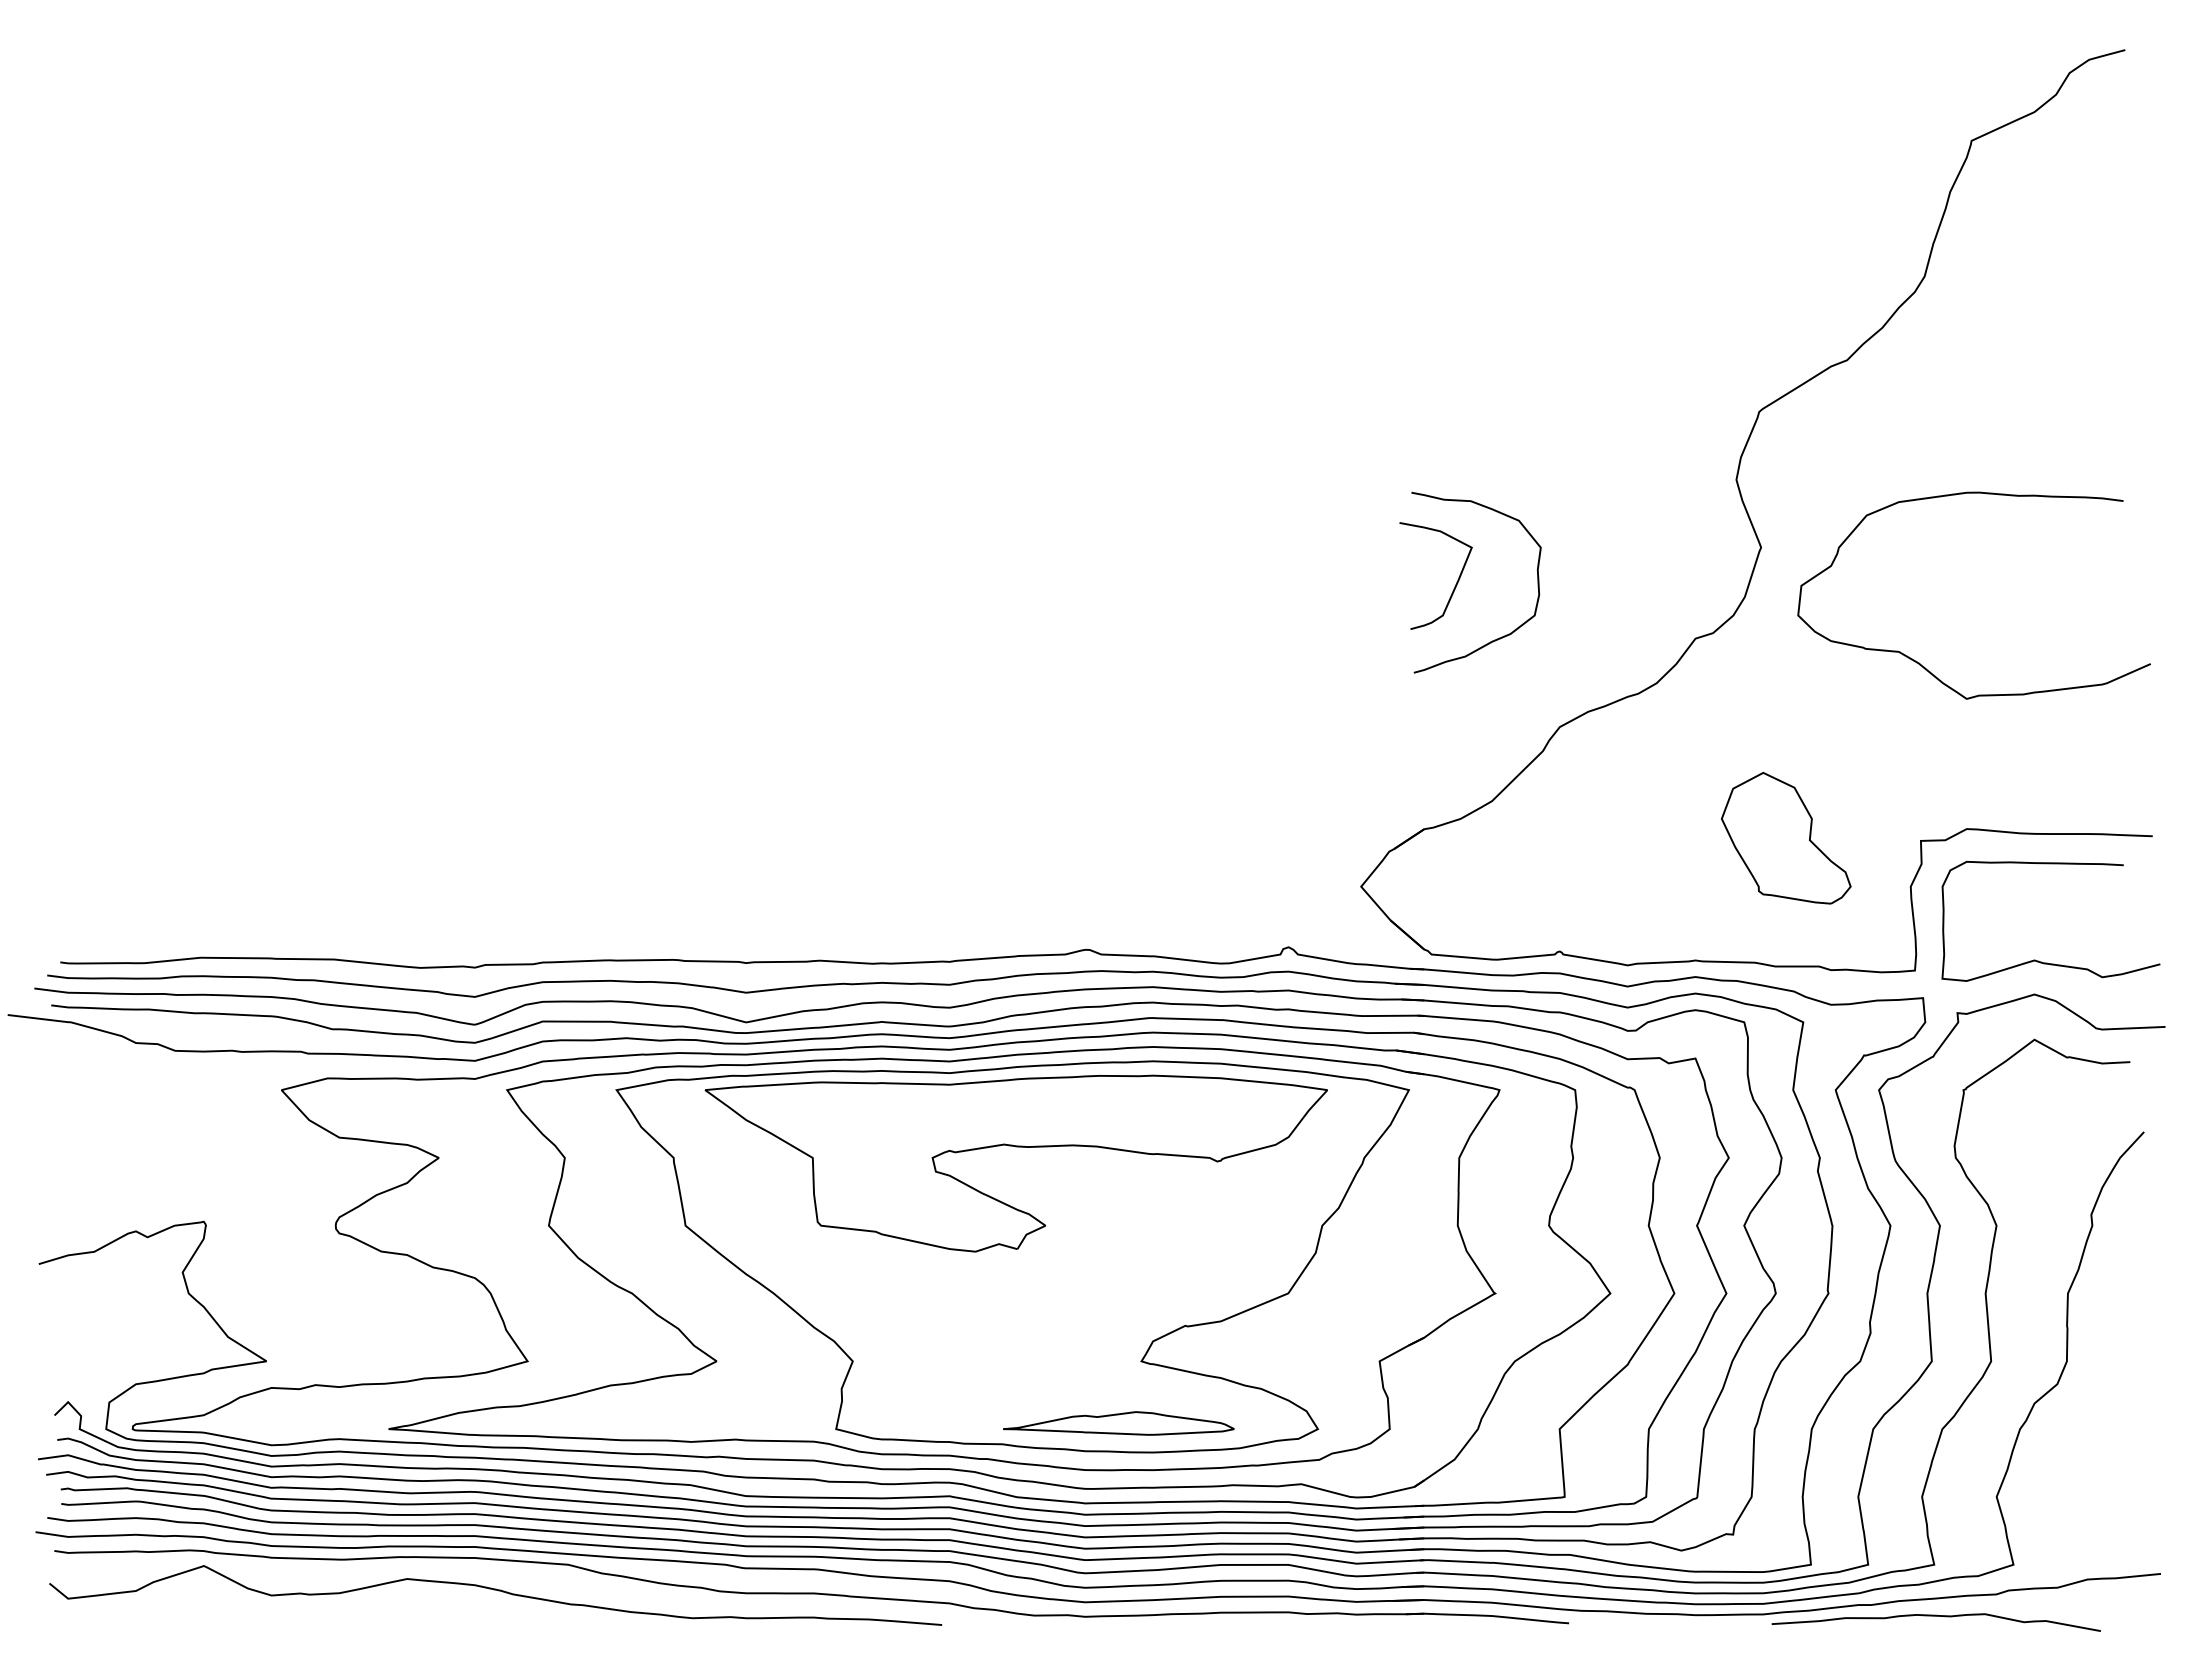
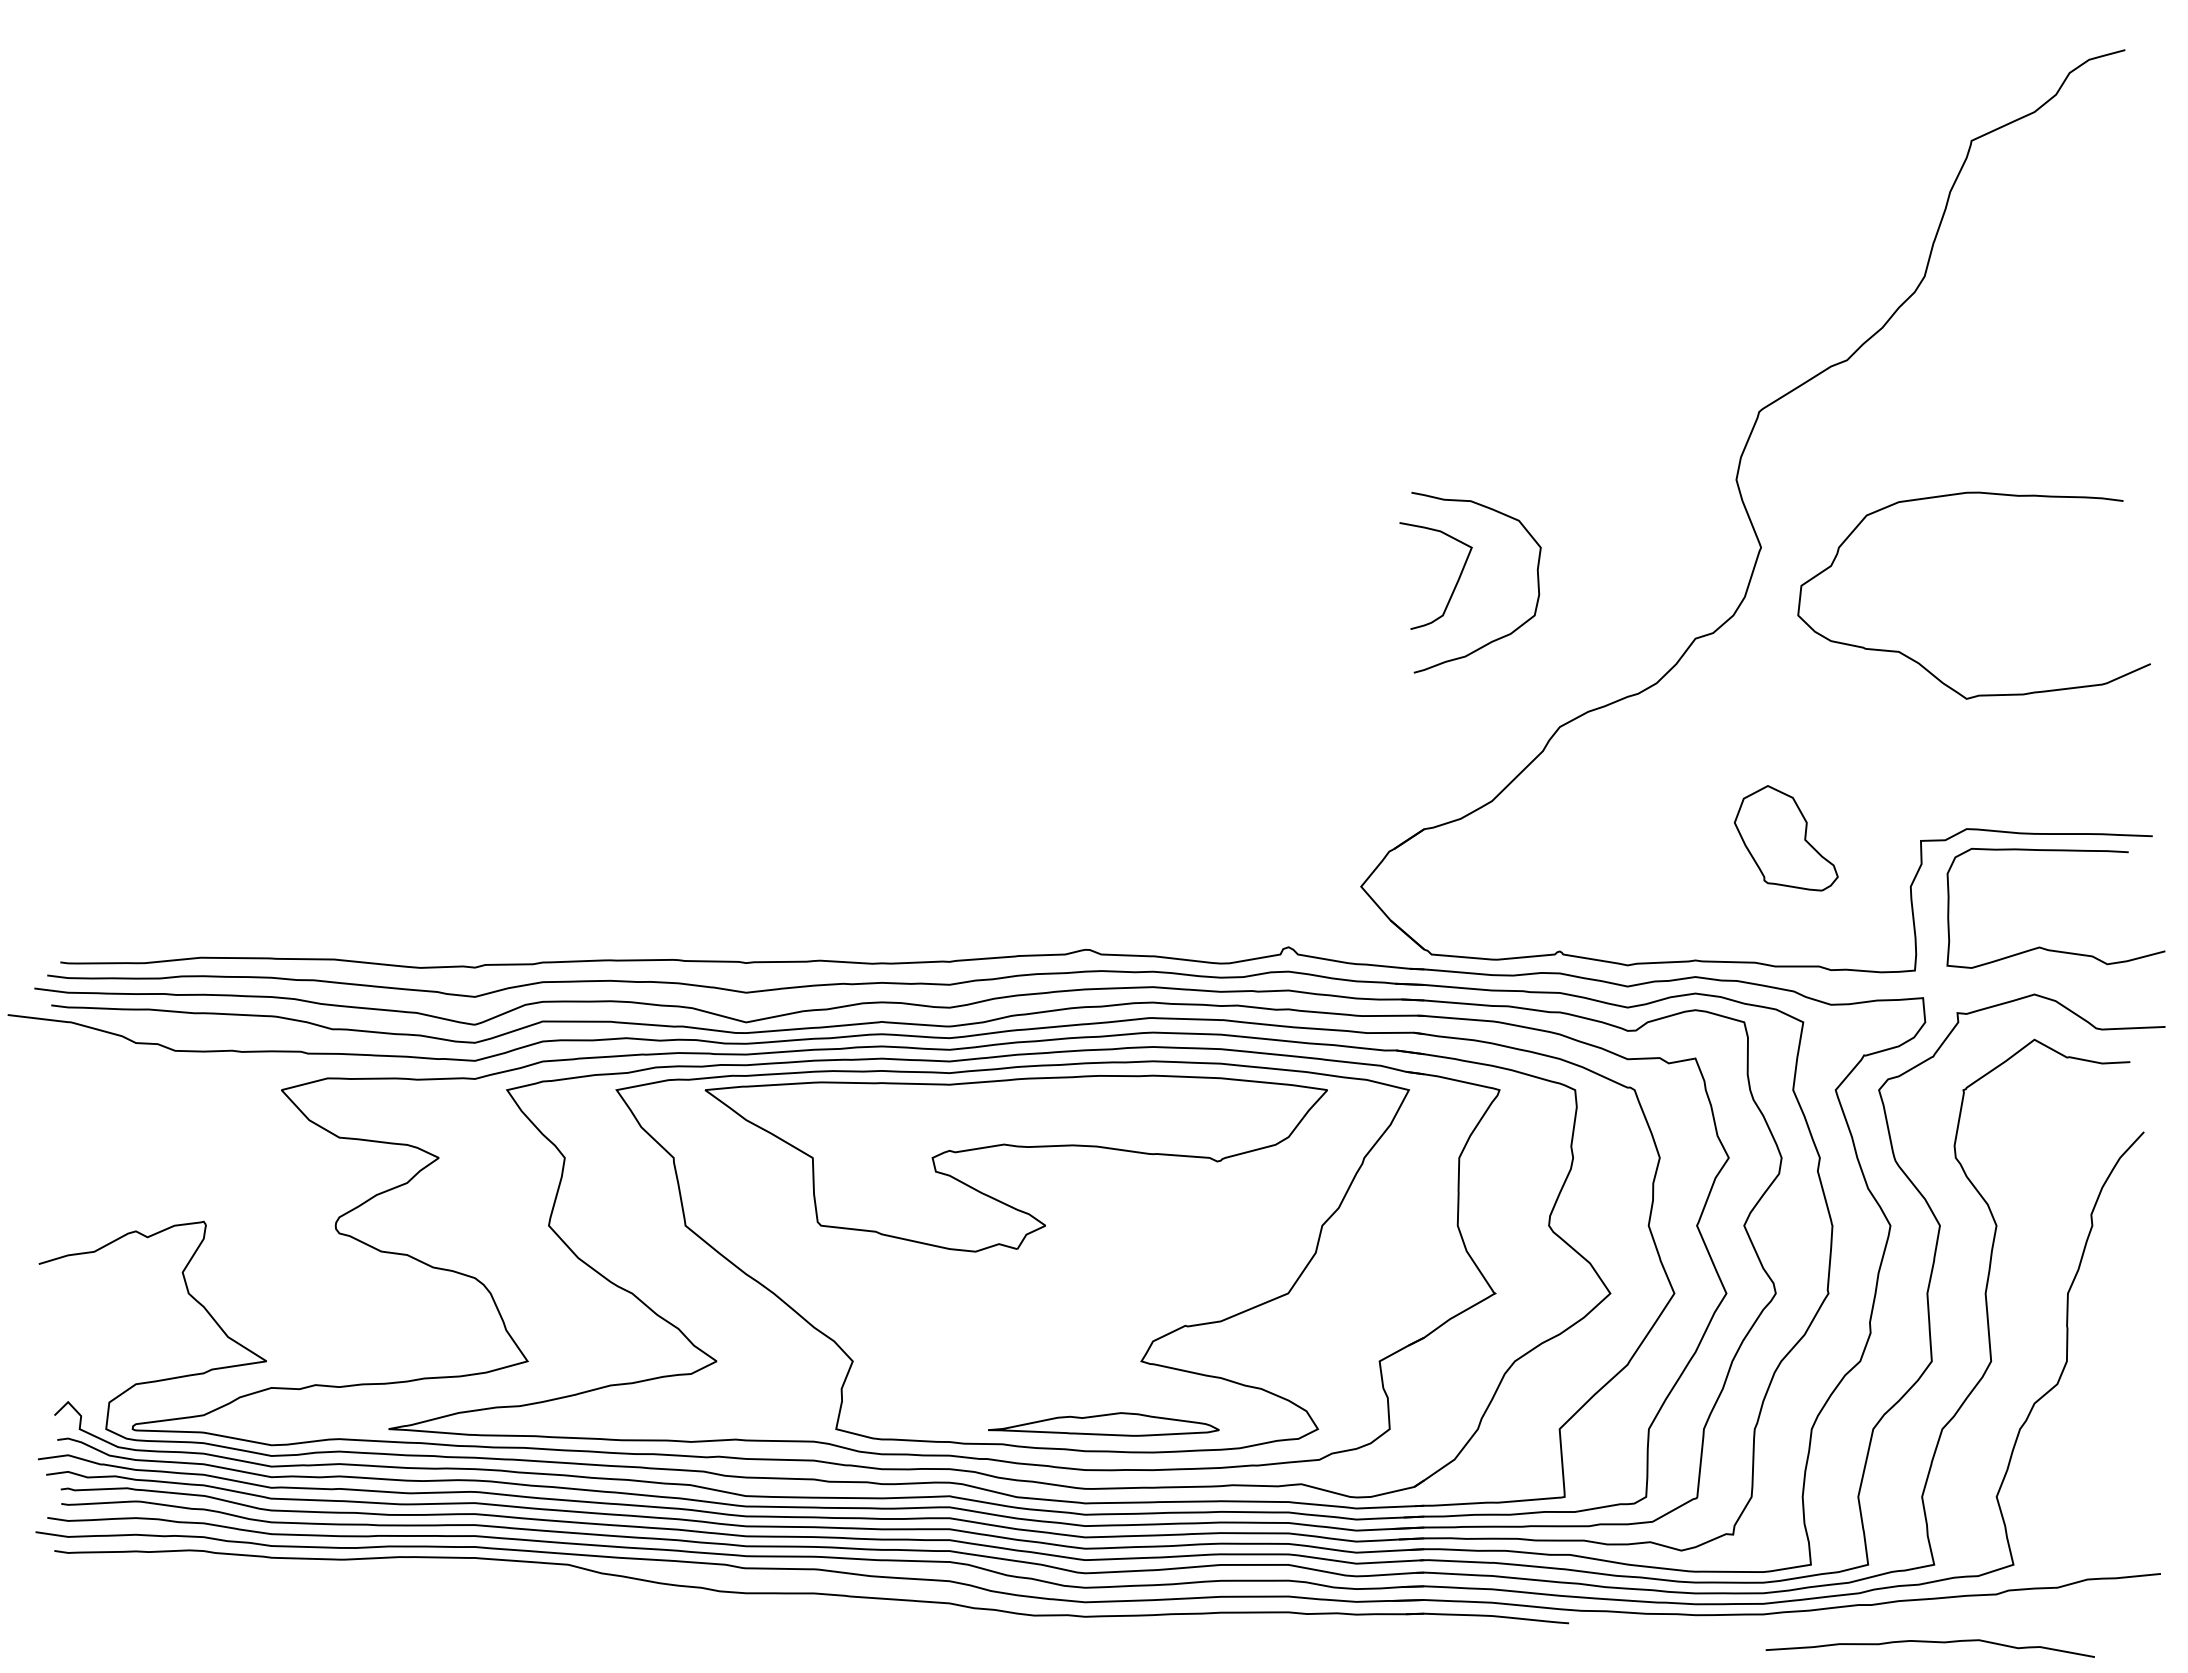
part at (1786, 838) size: 131x133 px -> 106x107 px
curve at (2038, 960) position: (2038, 960) -> (2043, 947)
part at (1118, 1423) position: (1118, 1423) -> (1103, 1424)
curve at (495, 1590): present -> none
curve at (1935, 1616) position: (1935, 1616) -> (1929, 1642)
